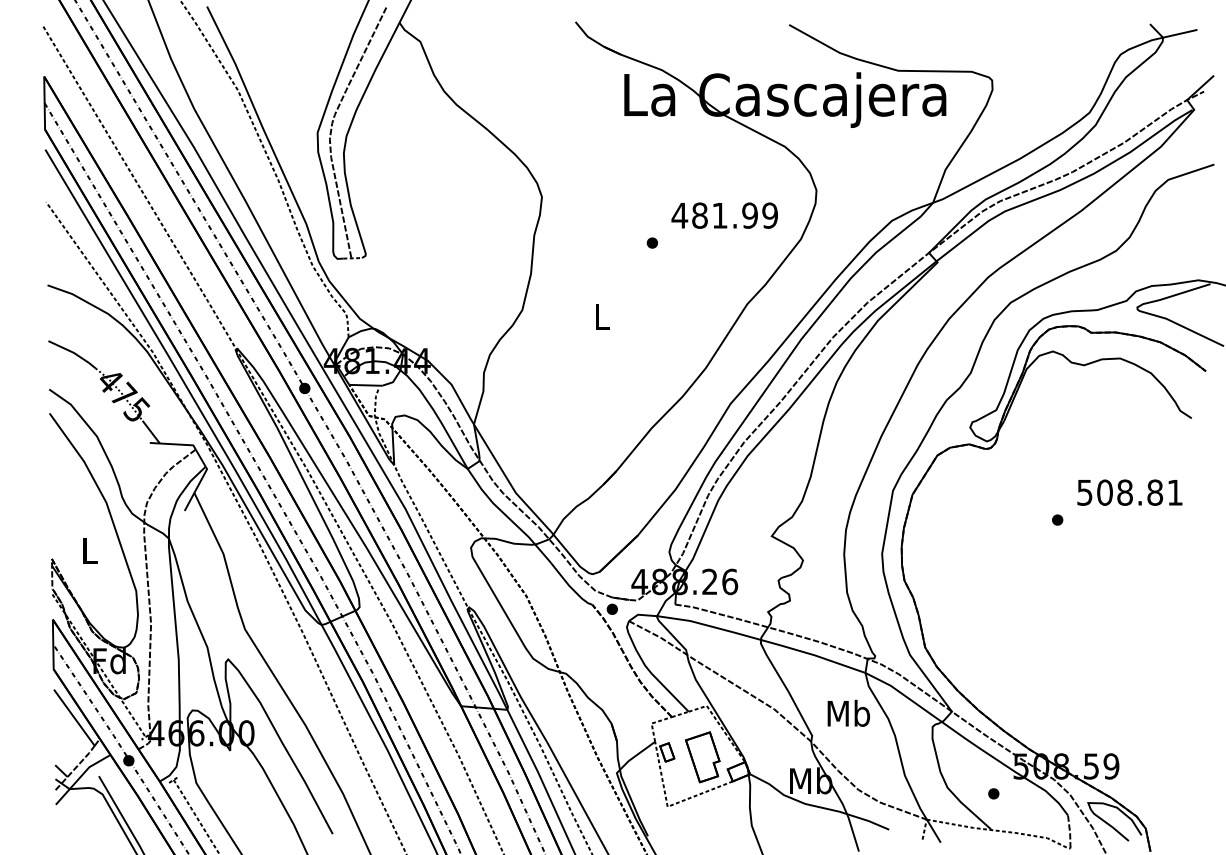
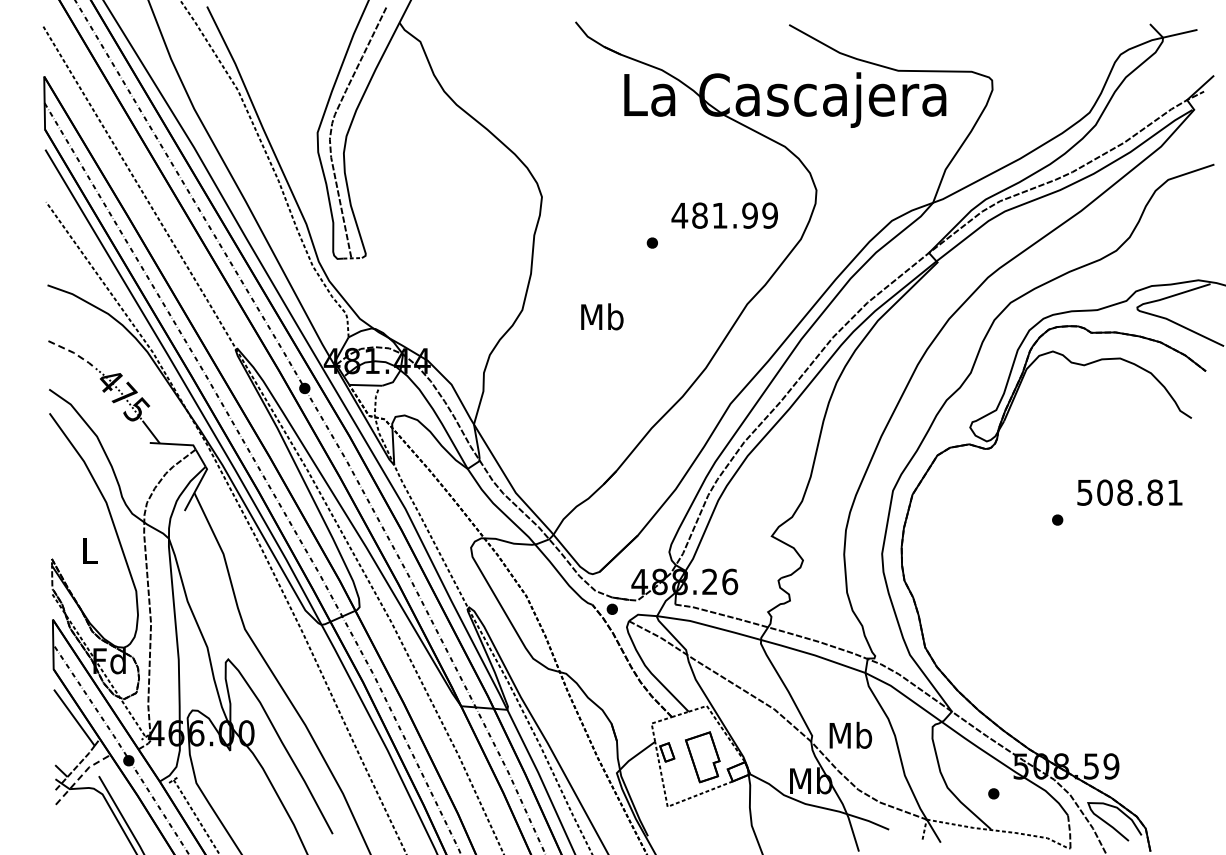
text at (602, 316): L -> Mb
line at (73, 352): solid -> dashed
text at (848, 712) position: (848, 712) -> (850, 734)
line at (81, 776): solid -> dashed
